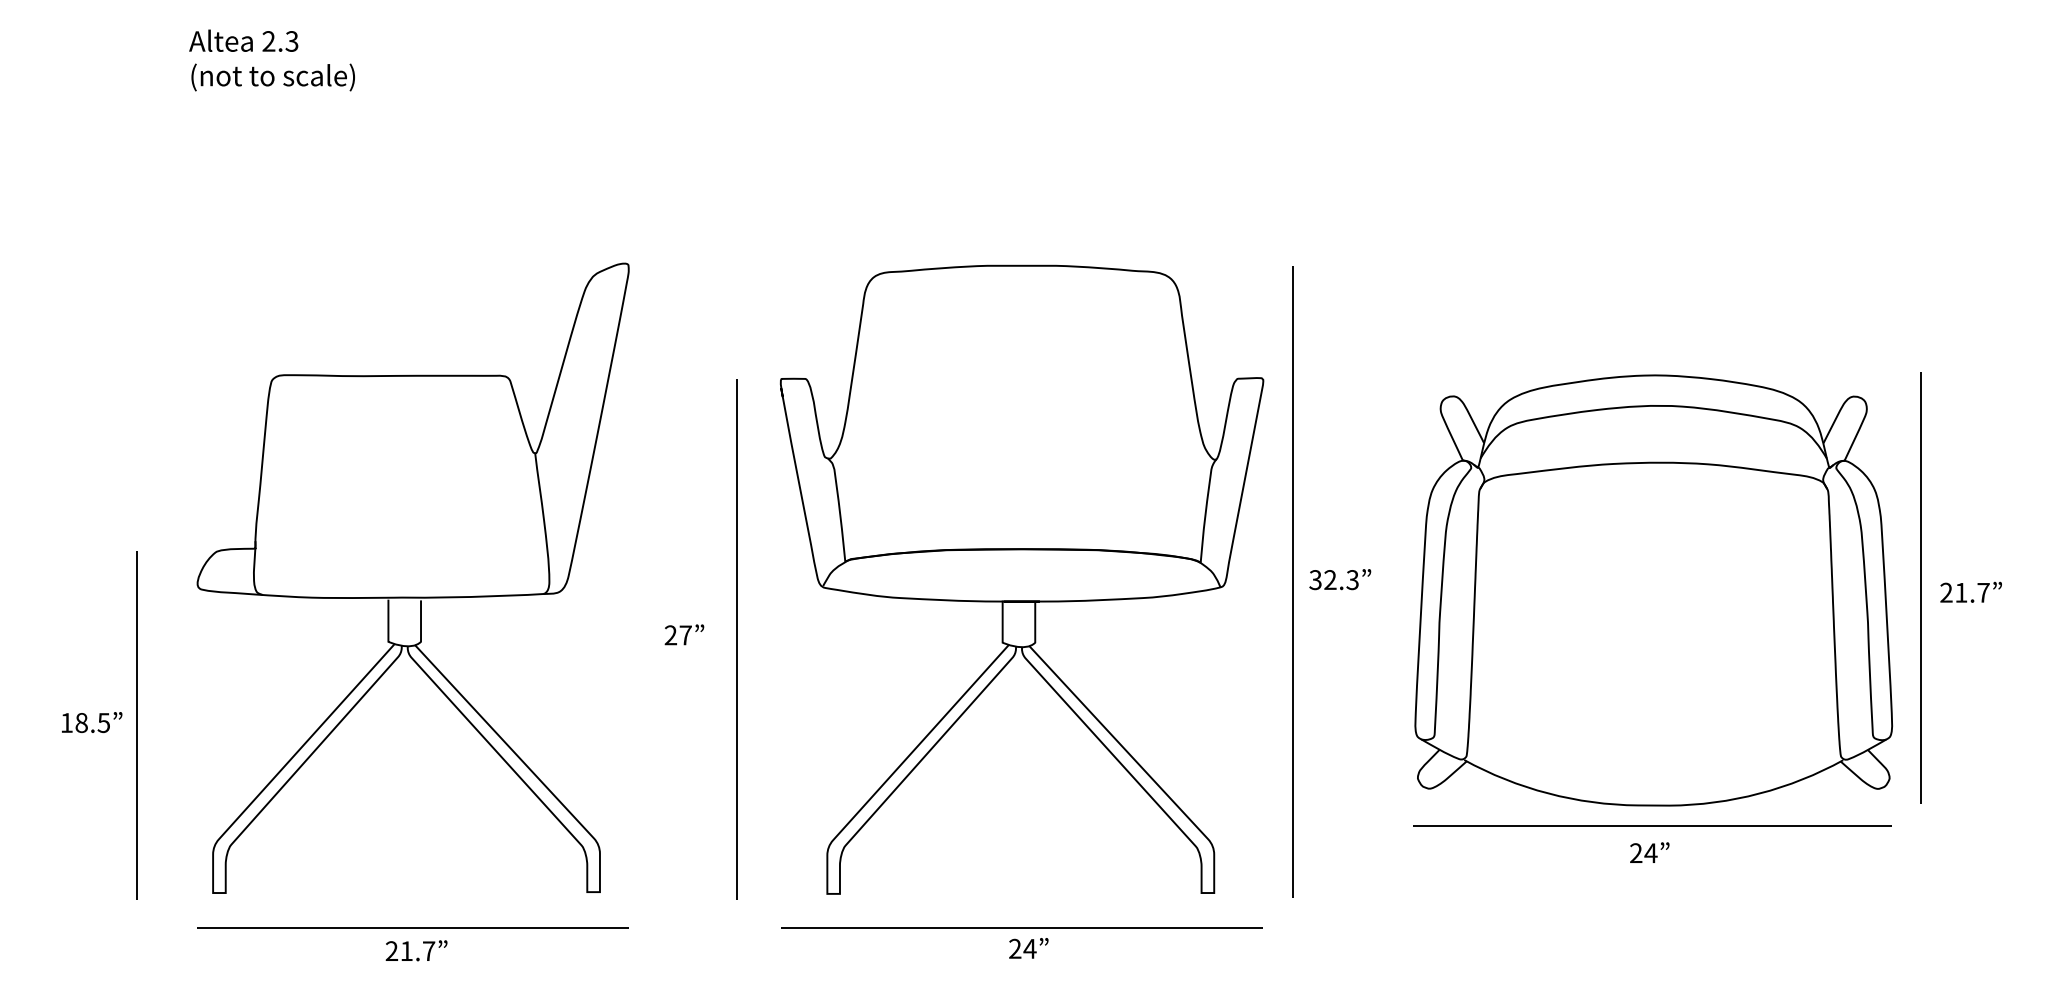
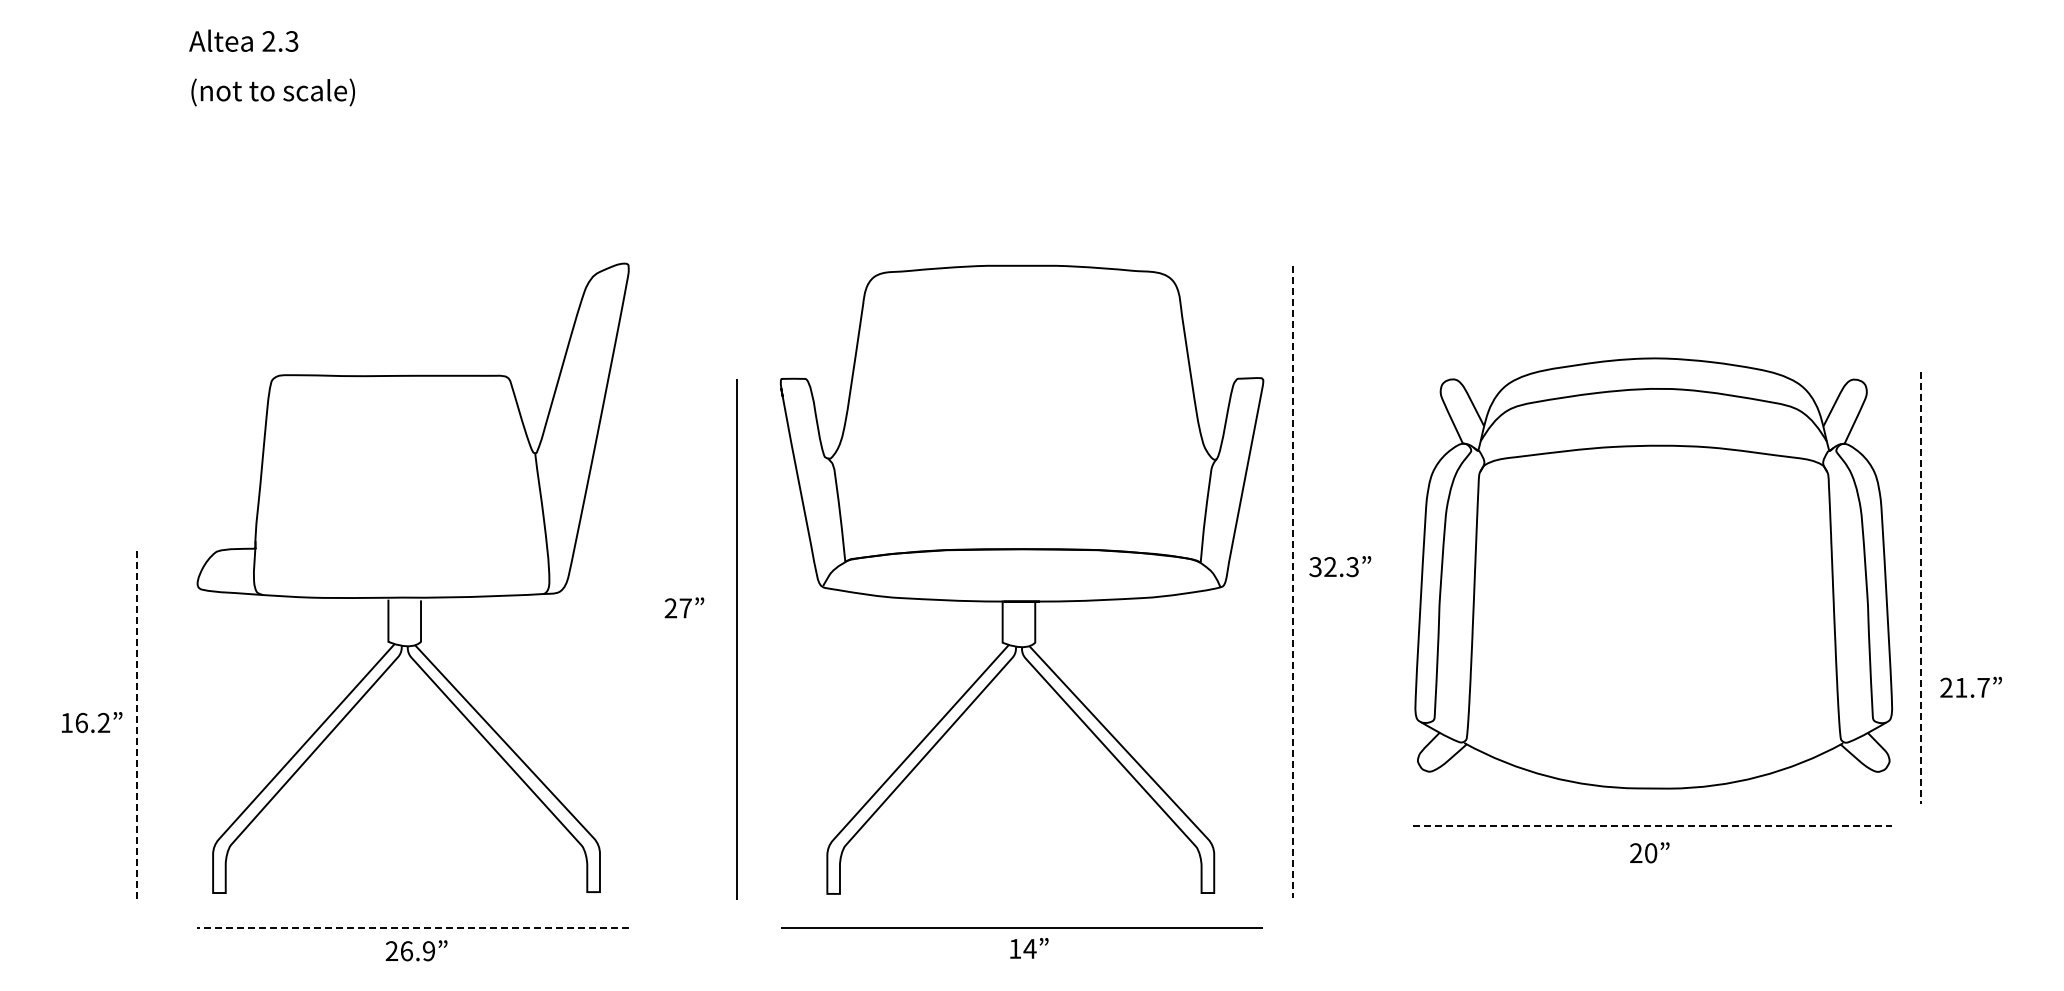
text at (272, 77) position: (272, 77) -> (272, 92)
text at (1340, 579) position: (1340, 579) -> (1340, 566)
line at (1292, 581): solid -> dashed
line at (1921, 587): solid -> dashed
part at (1653, 590) position: (1653, 590) -> (1653, 573)
text at (1970, 591) position: (1970, 591) -> (1970, 686)
text at (684, 634) position: (684, 634) -> (684, 607)
text at (92, 722): 18.5 -> 16.2
line at (137, 725): solid -> dashed
line at (1652, 826): solid -> dashed
text at (1650, 853): 24 -> 20
line at (413, 927): solid -> dashed
text at (1015, 948): 24 -> 14
text at (418, 951): 21.7 -> 26.9
